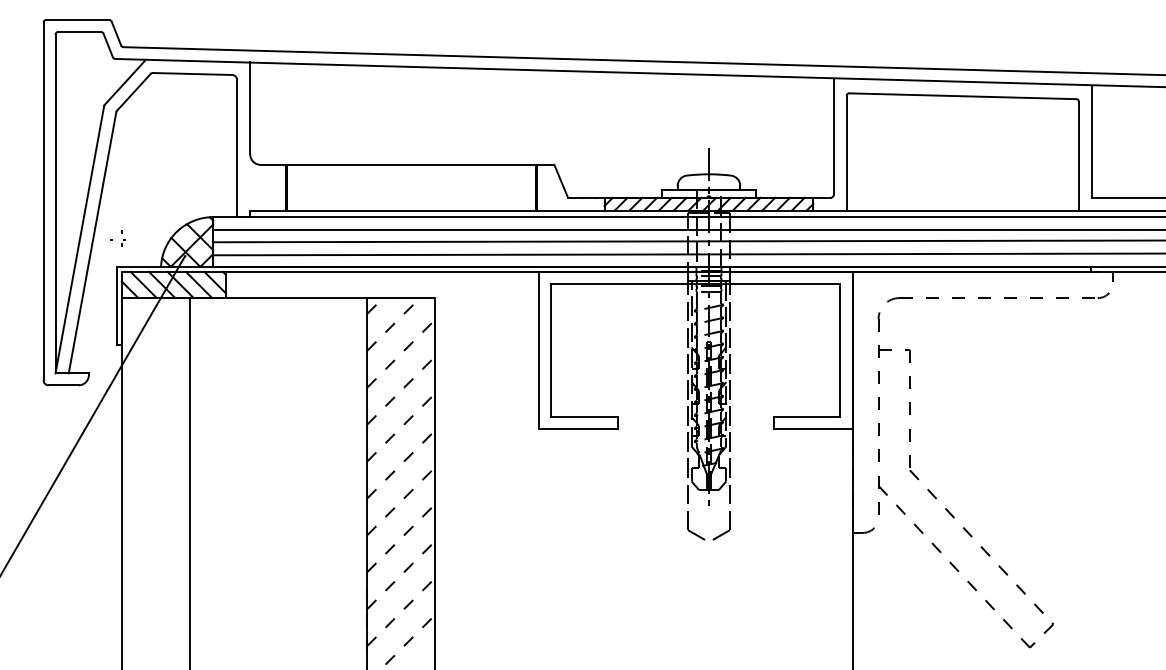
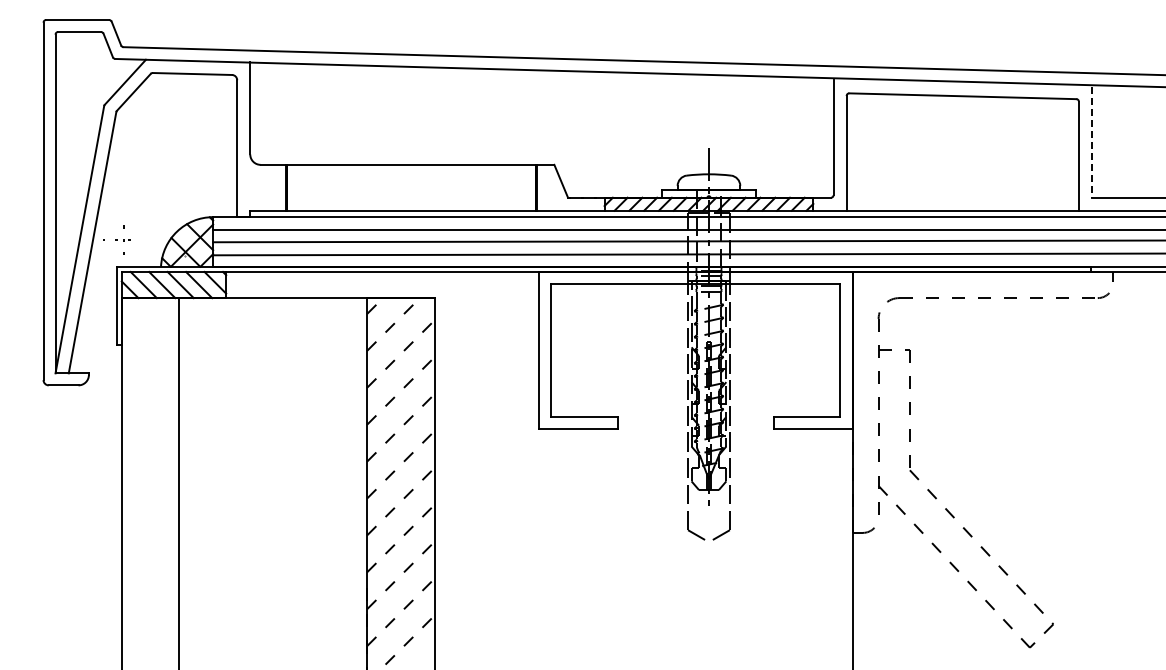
line at (1091, 142): solid -> dashed
part at (117, 238) size: 16x17 px -> 28x30 px
line at (93, 413): present -> none
line at (189, 482) position: (189, 482) -> (178, 482)
